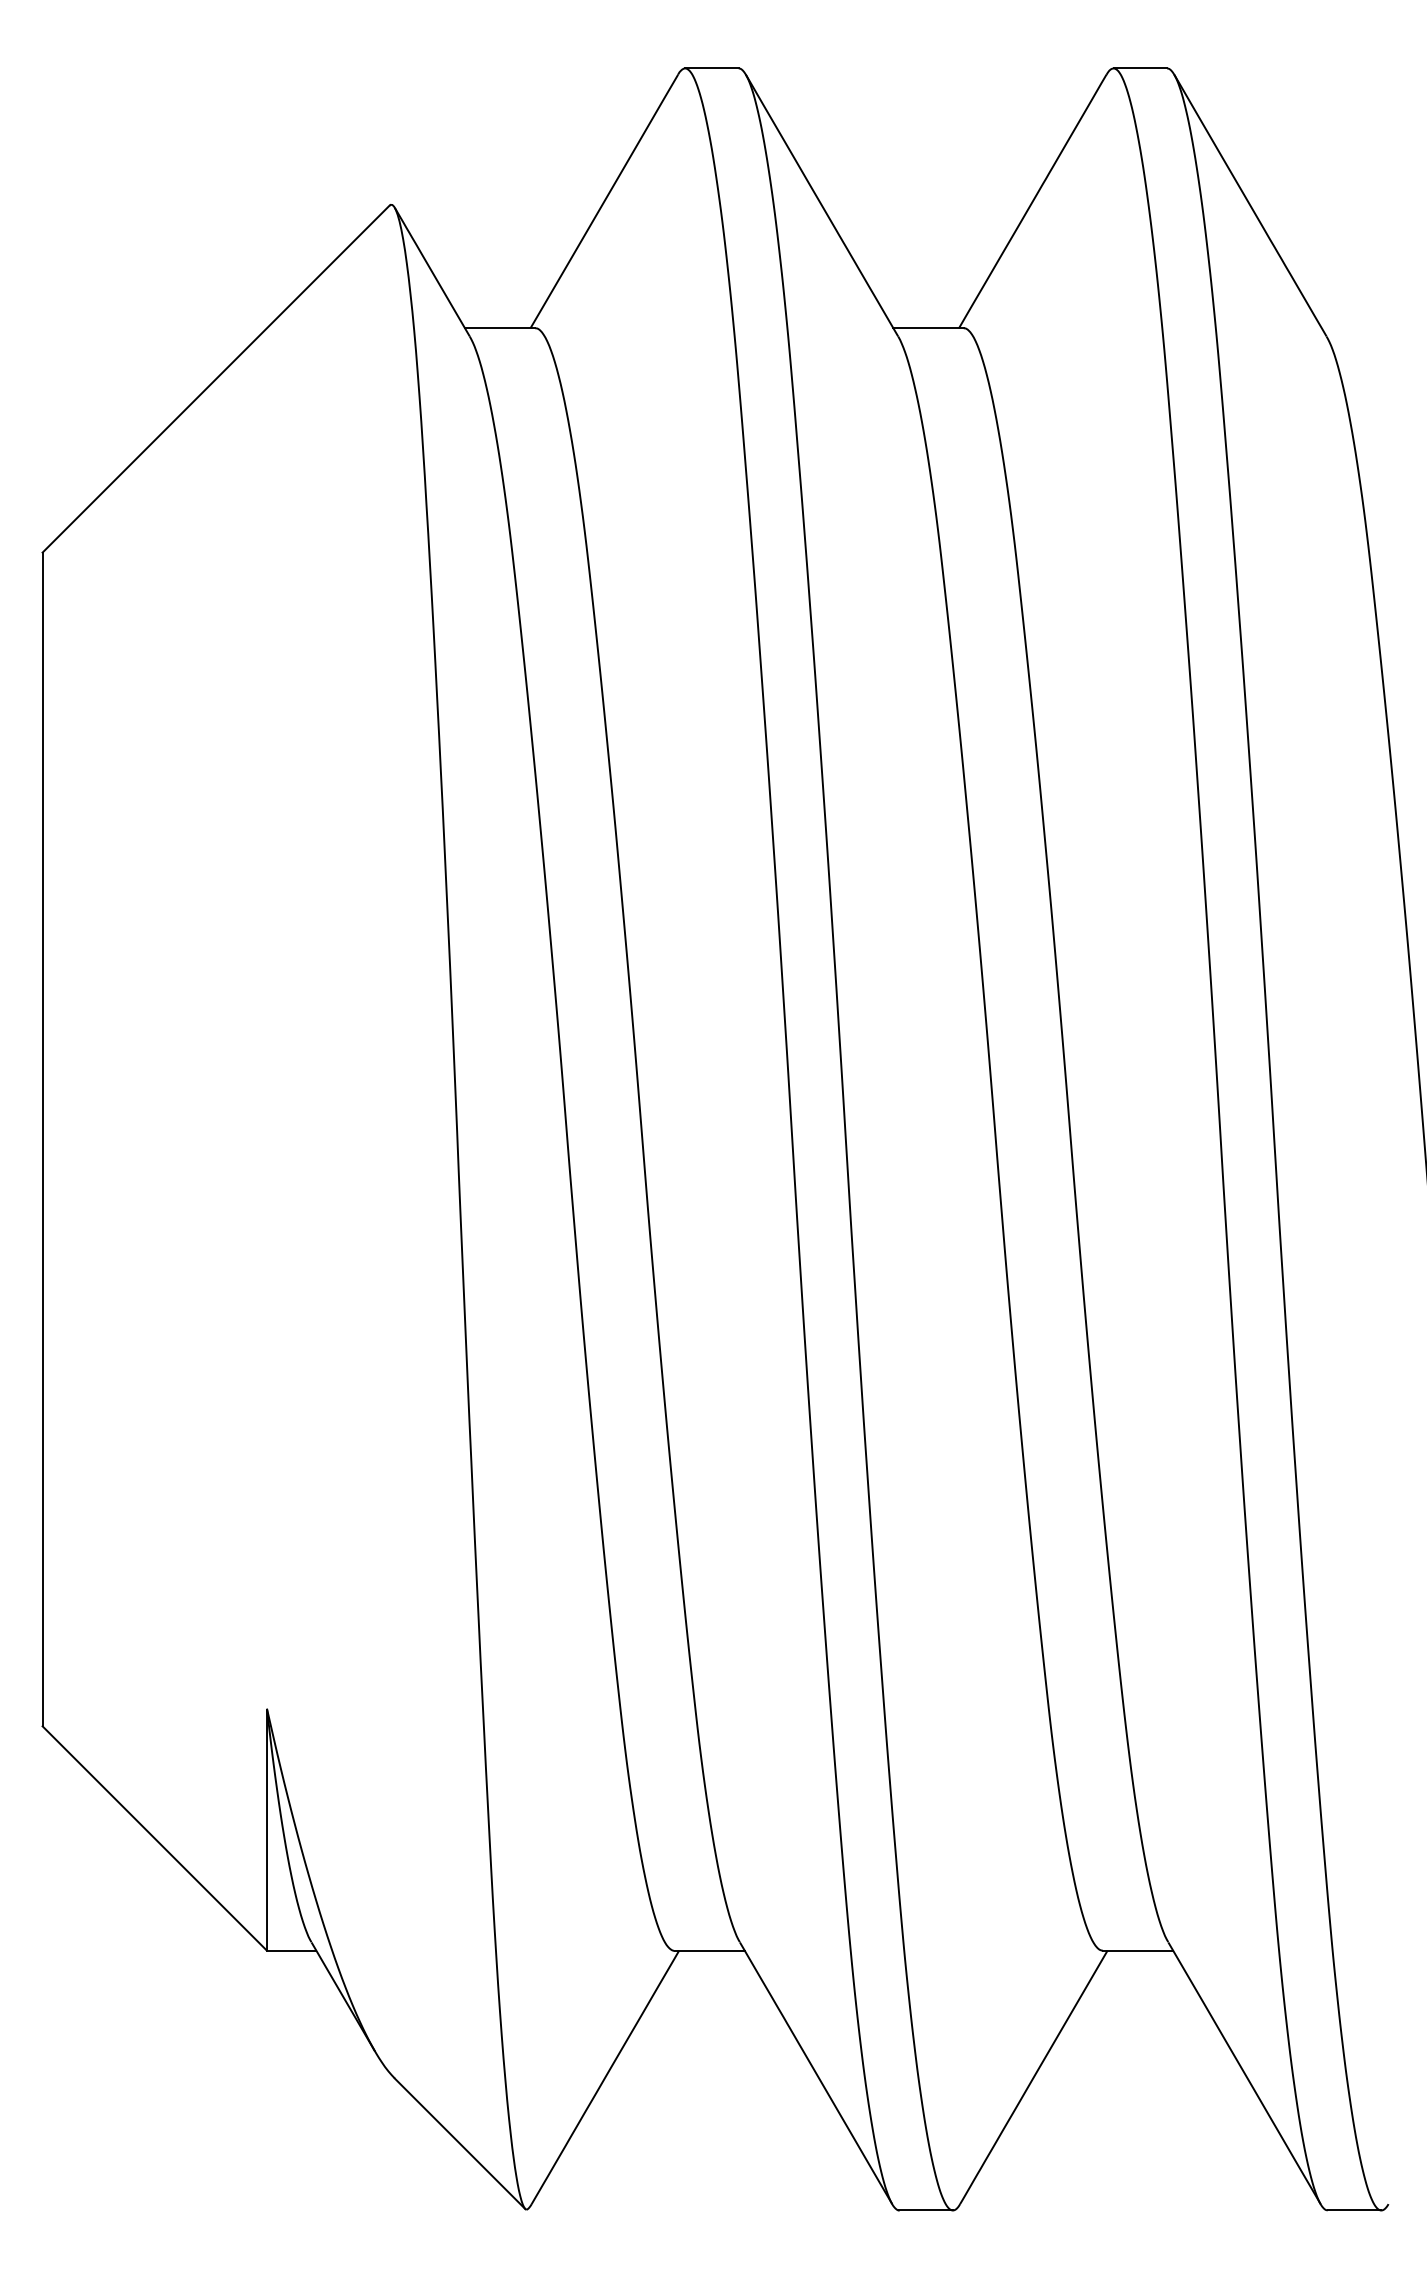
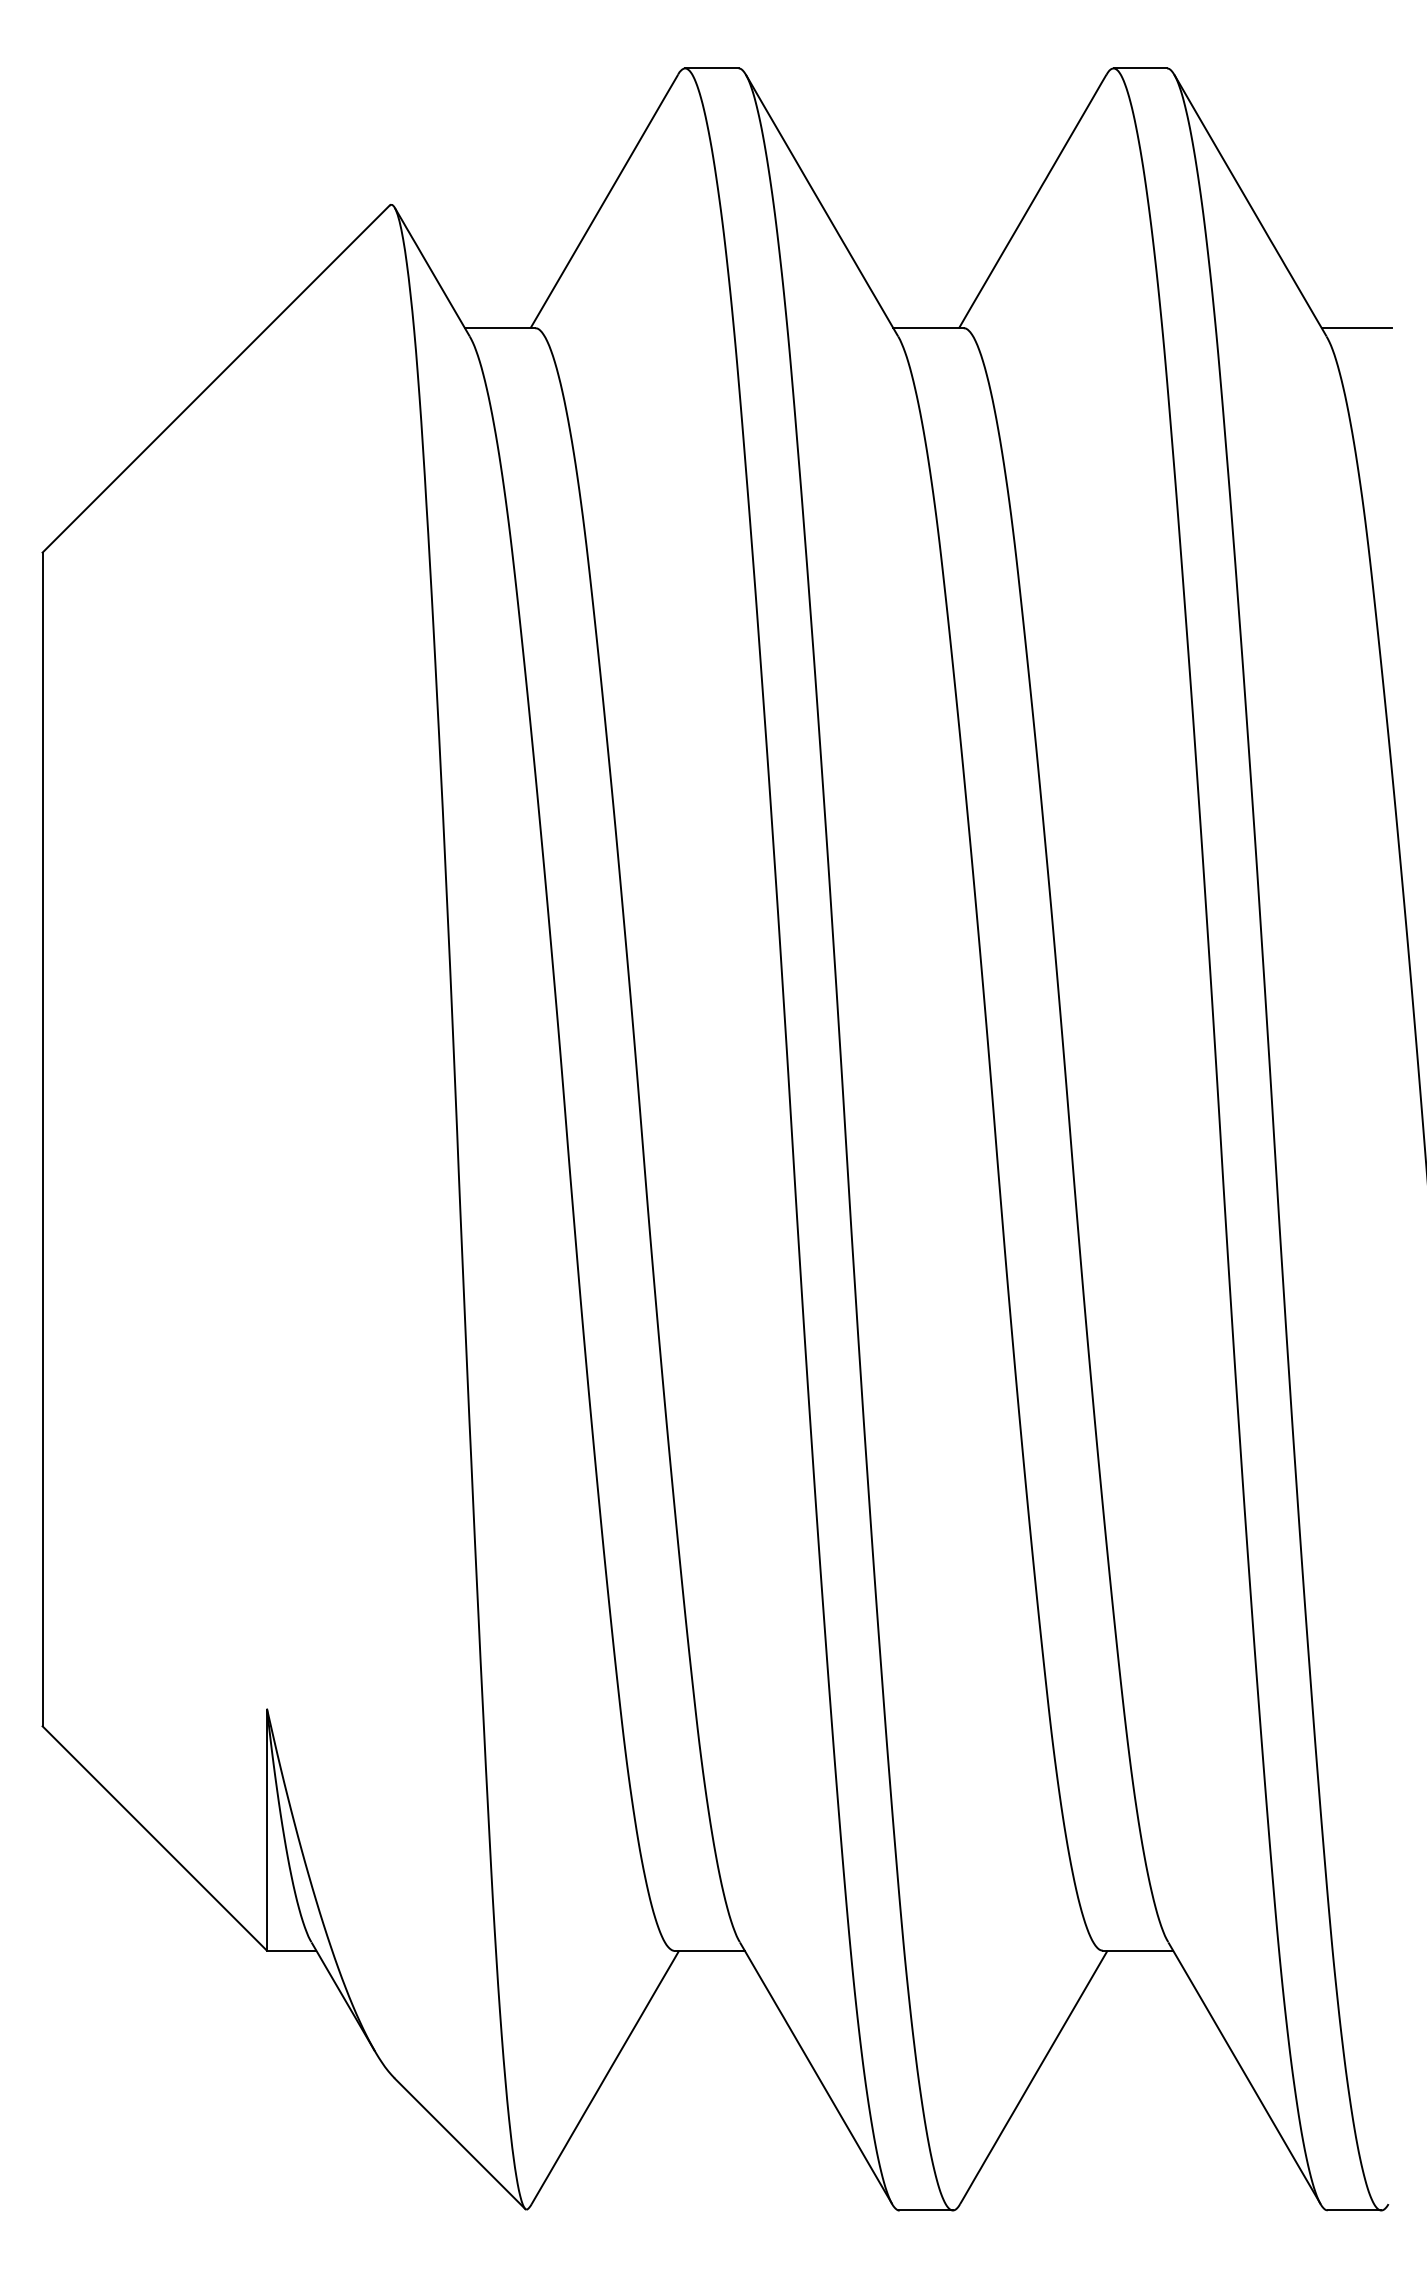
line at (1356, 328): none -> present
